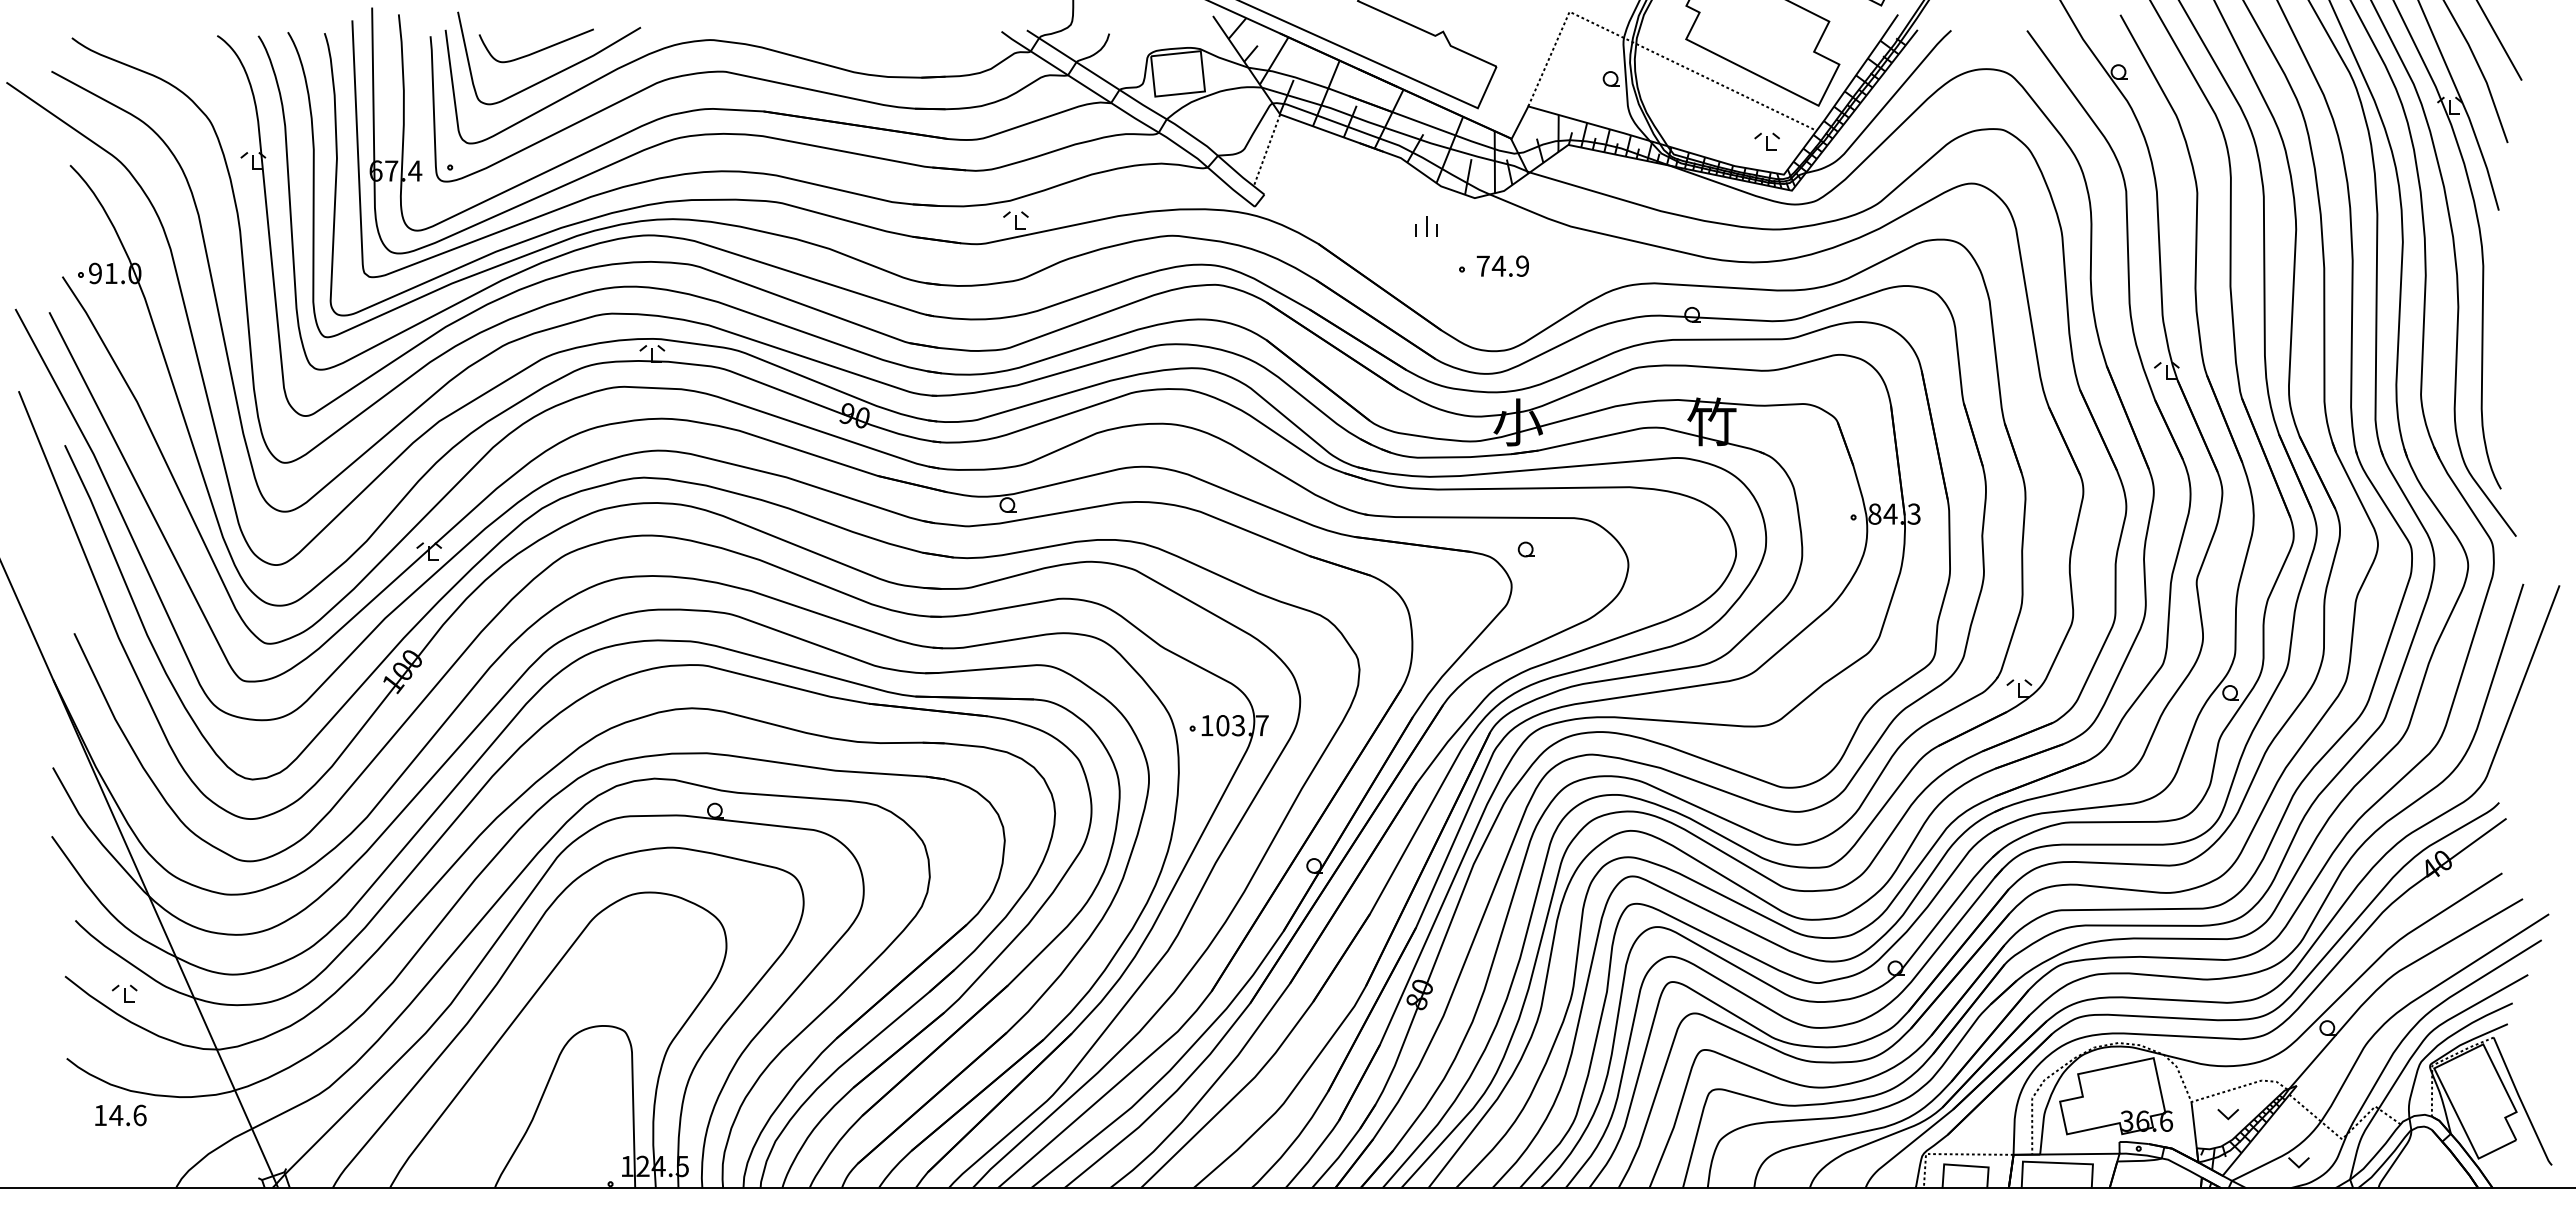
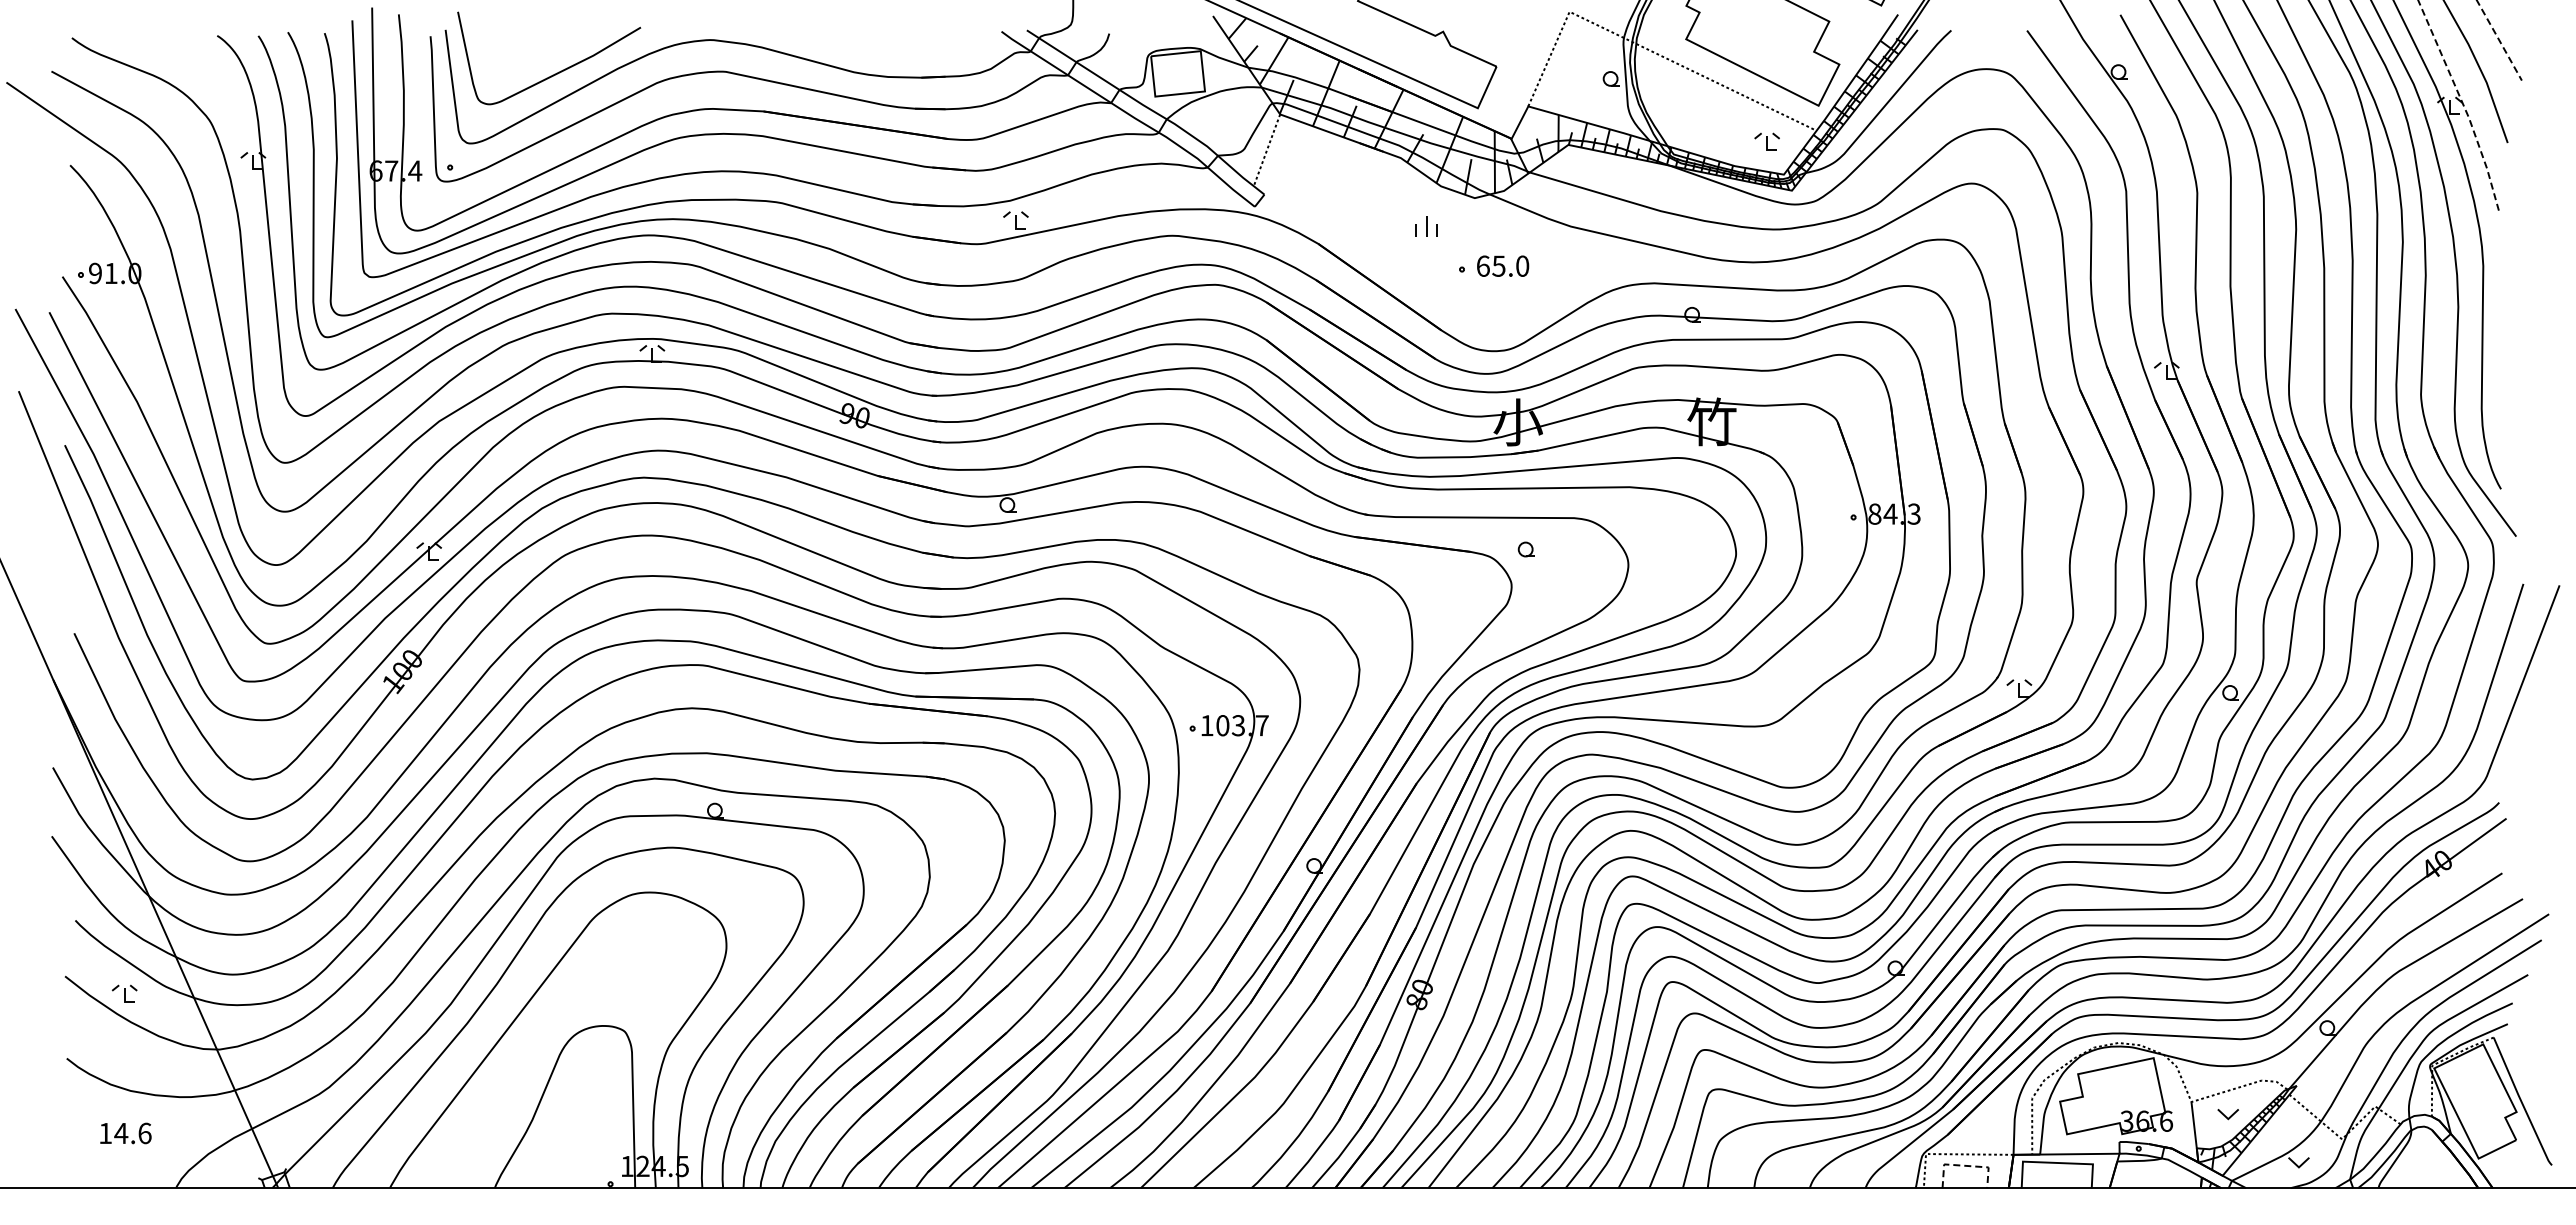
line at (2499, 40): solid -> dashed
curve at (537, 50): present -> none
line at (2463, 104): solid -> dashed
text at (1502, 265): 74.9 -> 65.0
text at (120, 1115) position: (120, 1115) -> (125, 1133)
line at (1964, 1165): solid -> dashed
